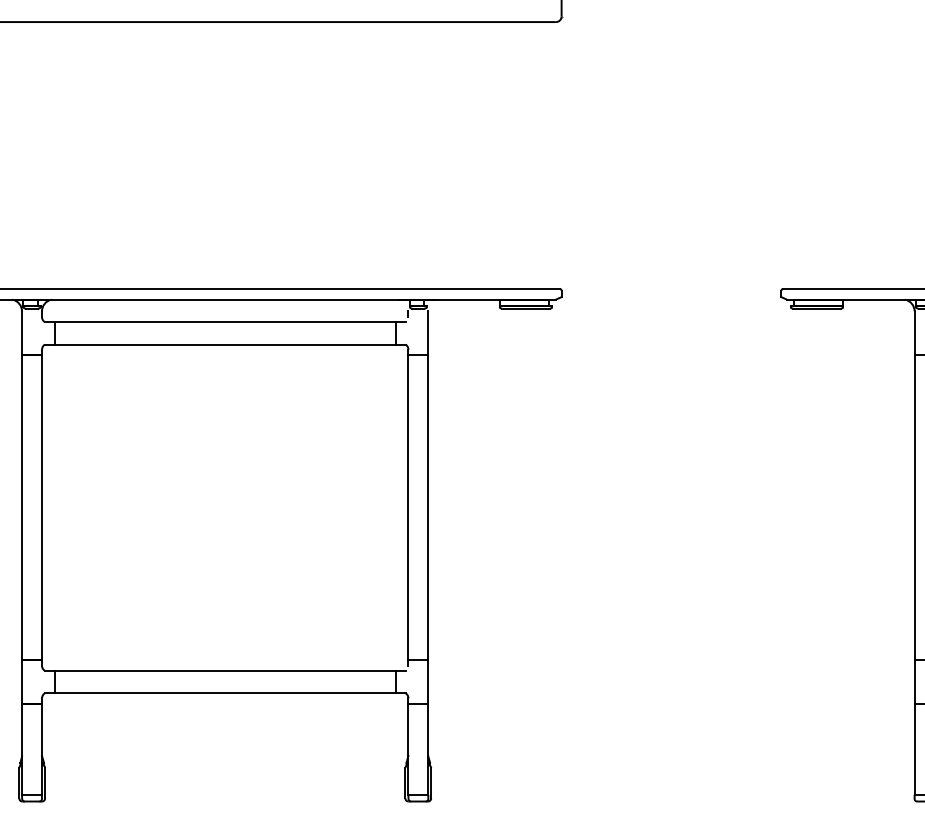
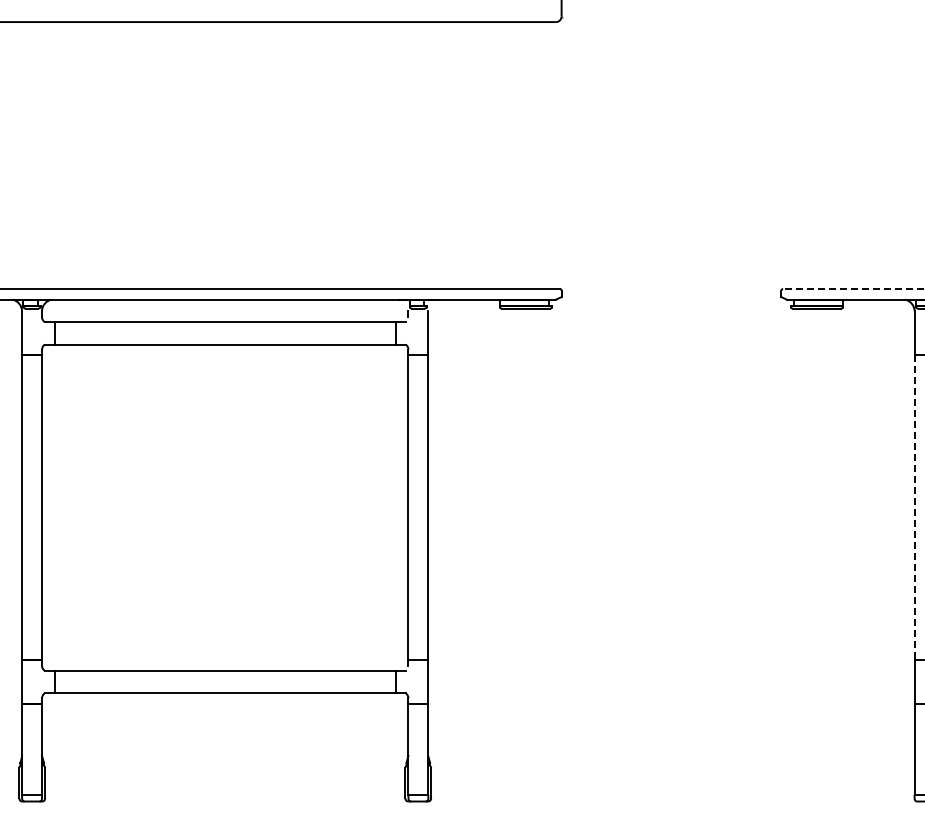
line at (854, 289): solid -> dashed
line at (914, 508): solid -> dashed
